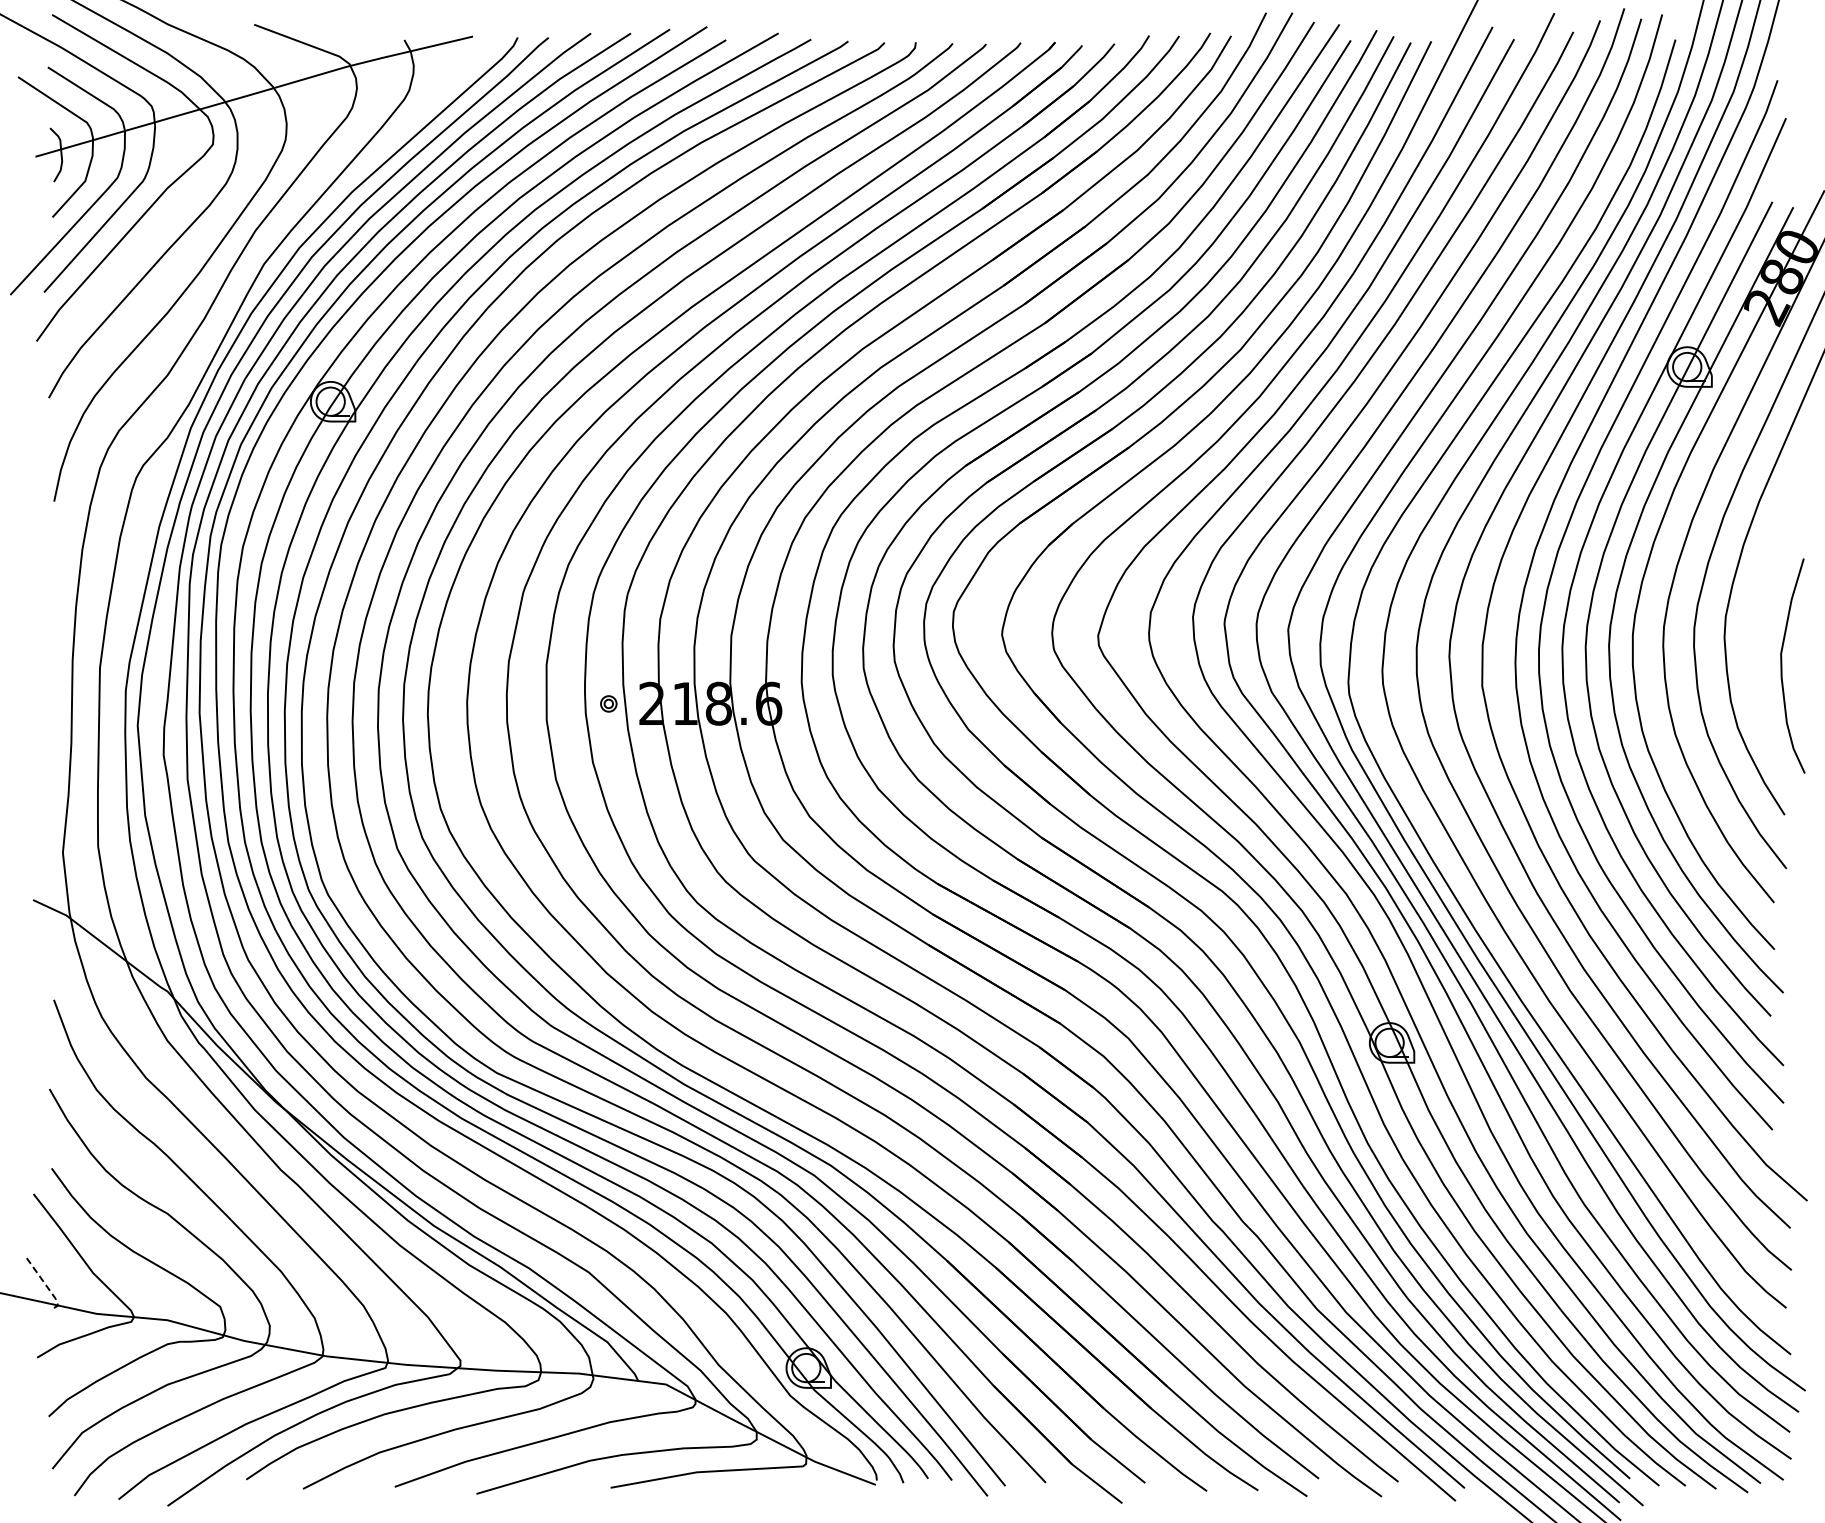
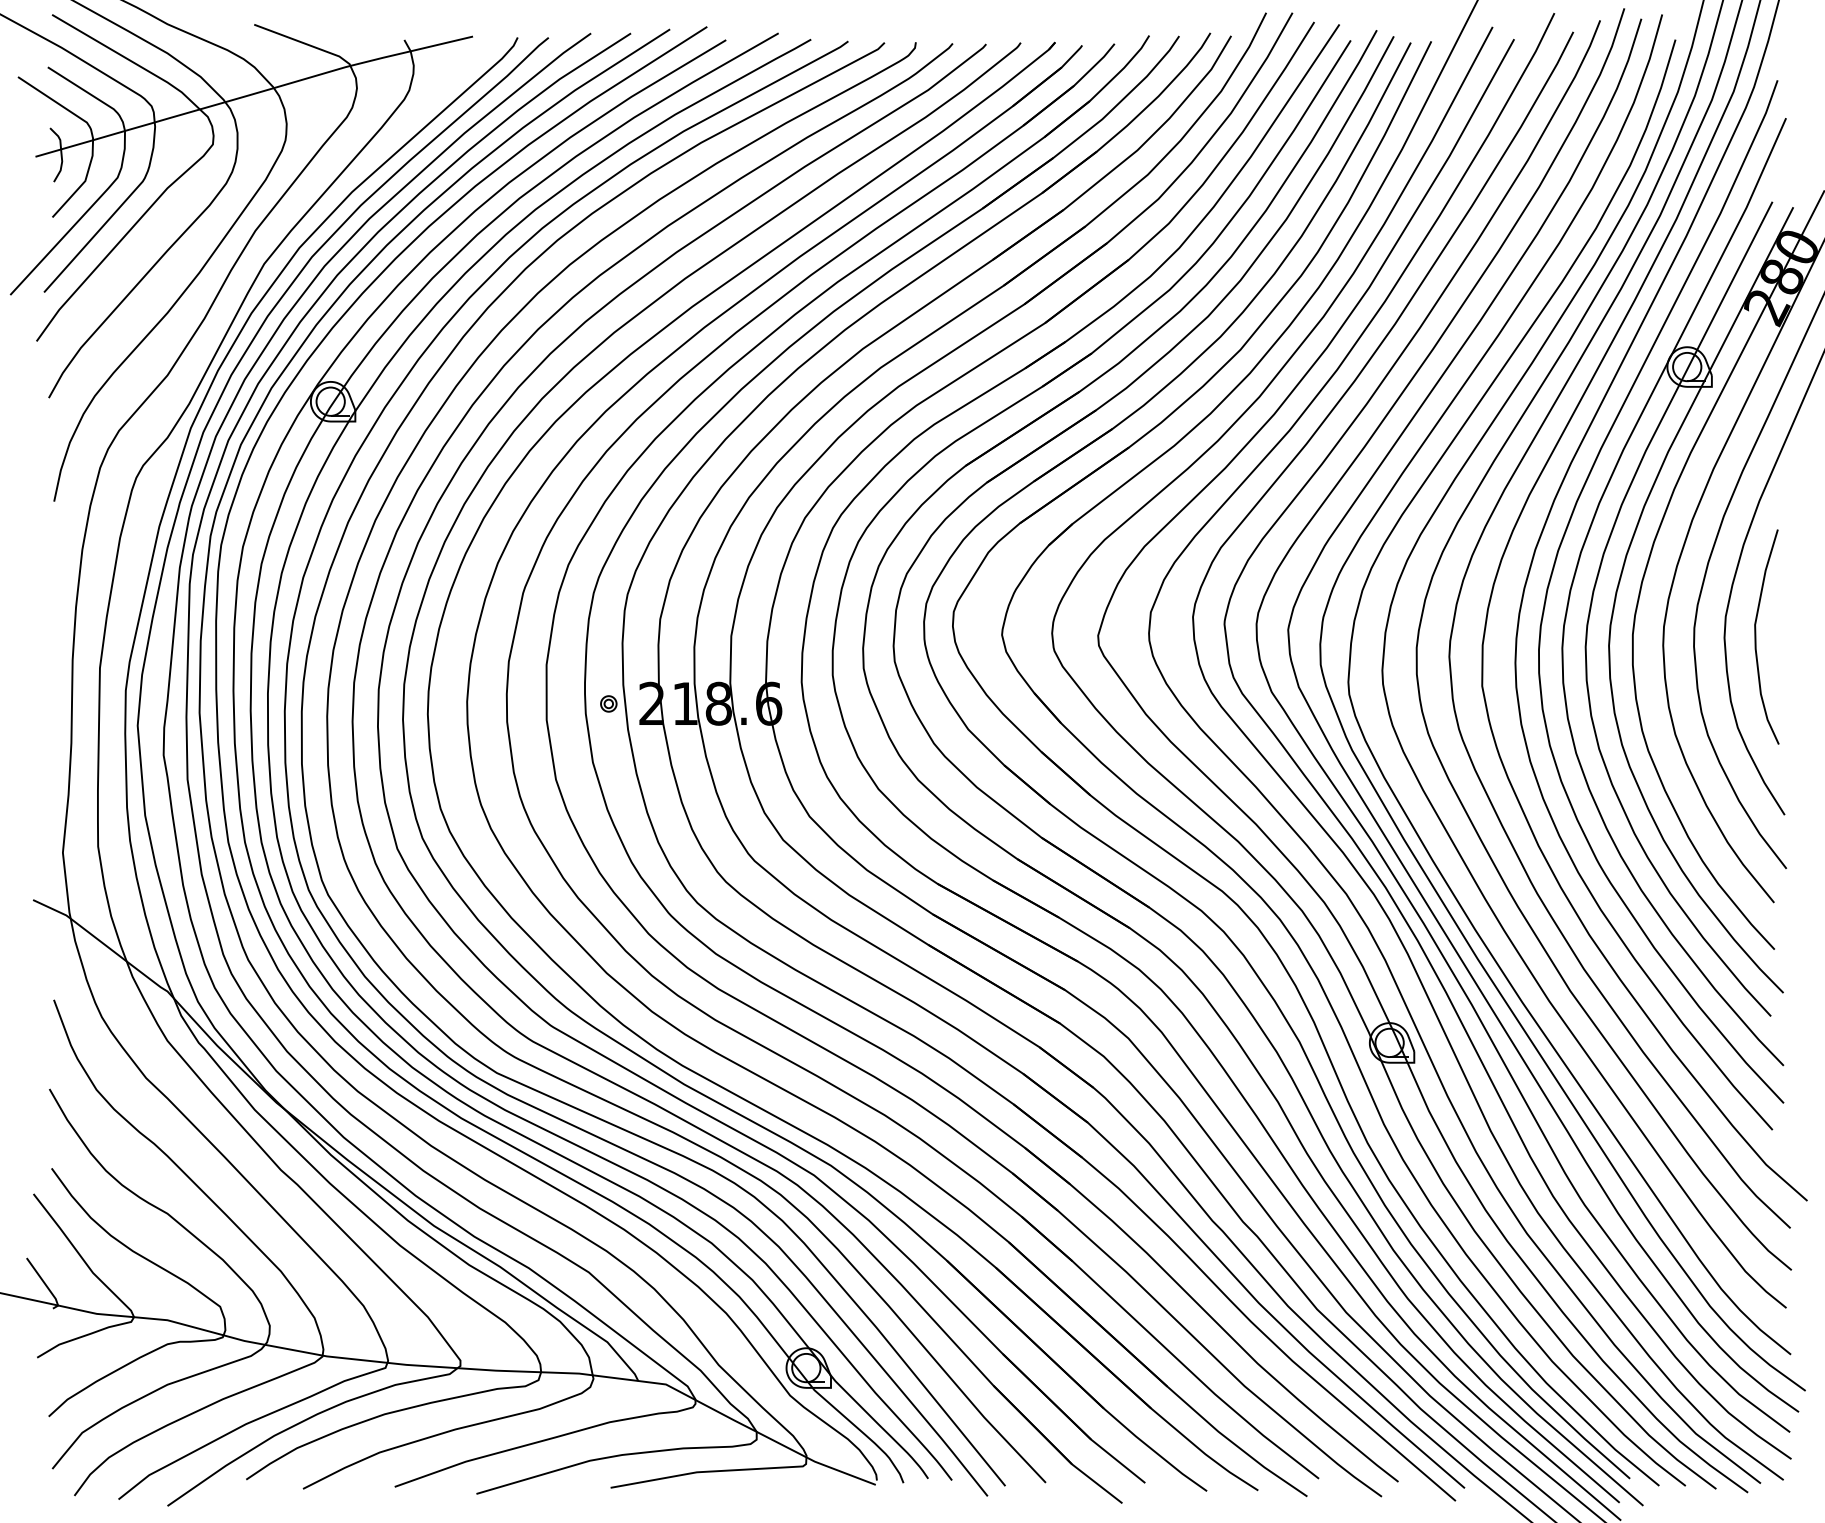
curve at (1782, 665) position: (1782, 665) -> (1756, 636)
line at (46, 1285): dashed -> solid
